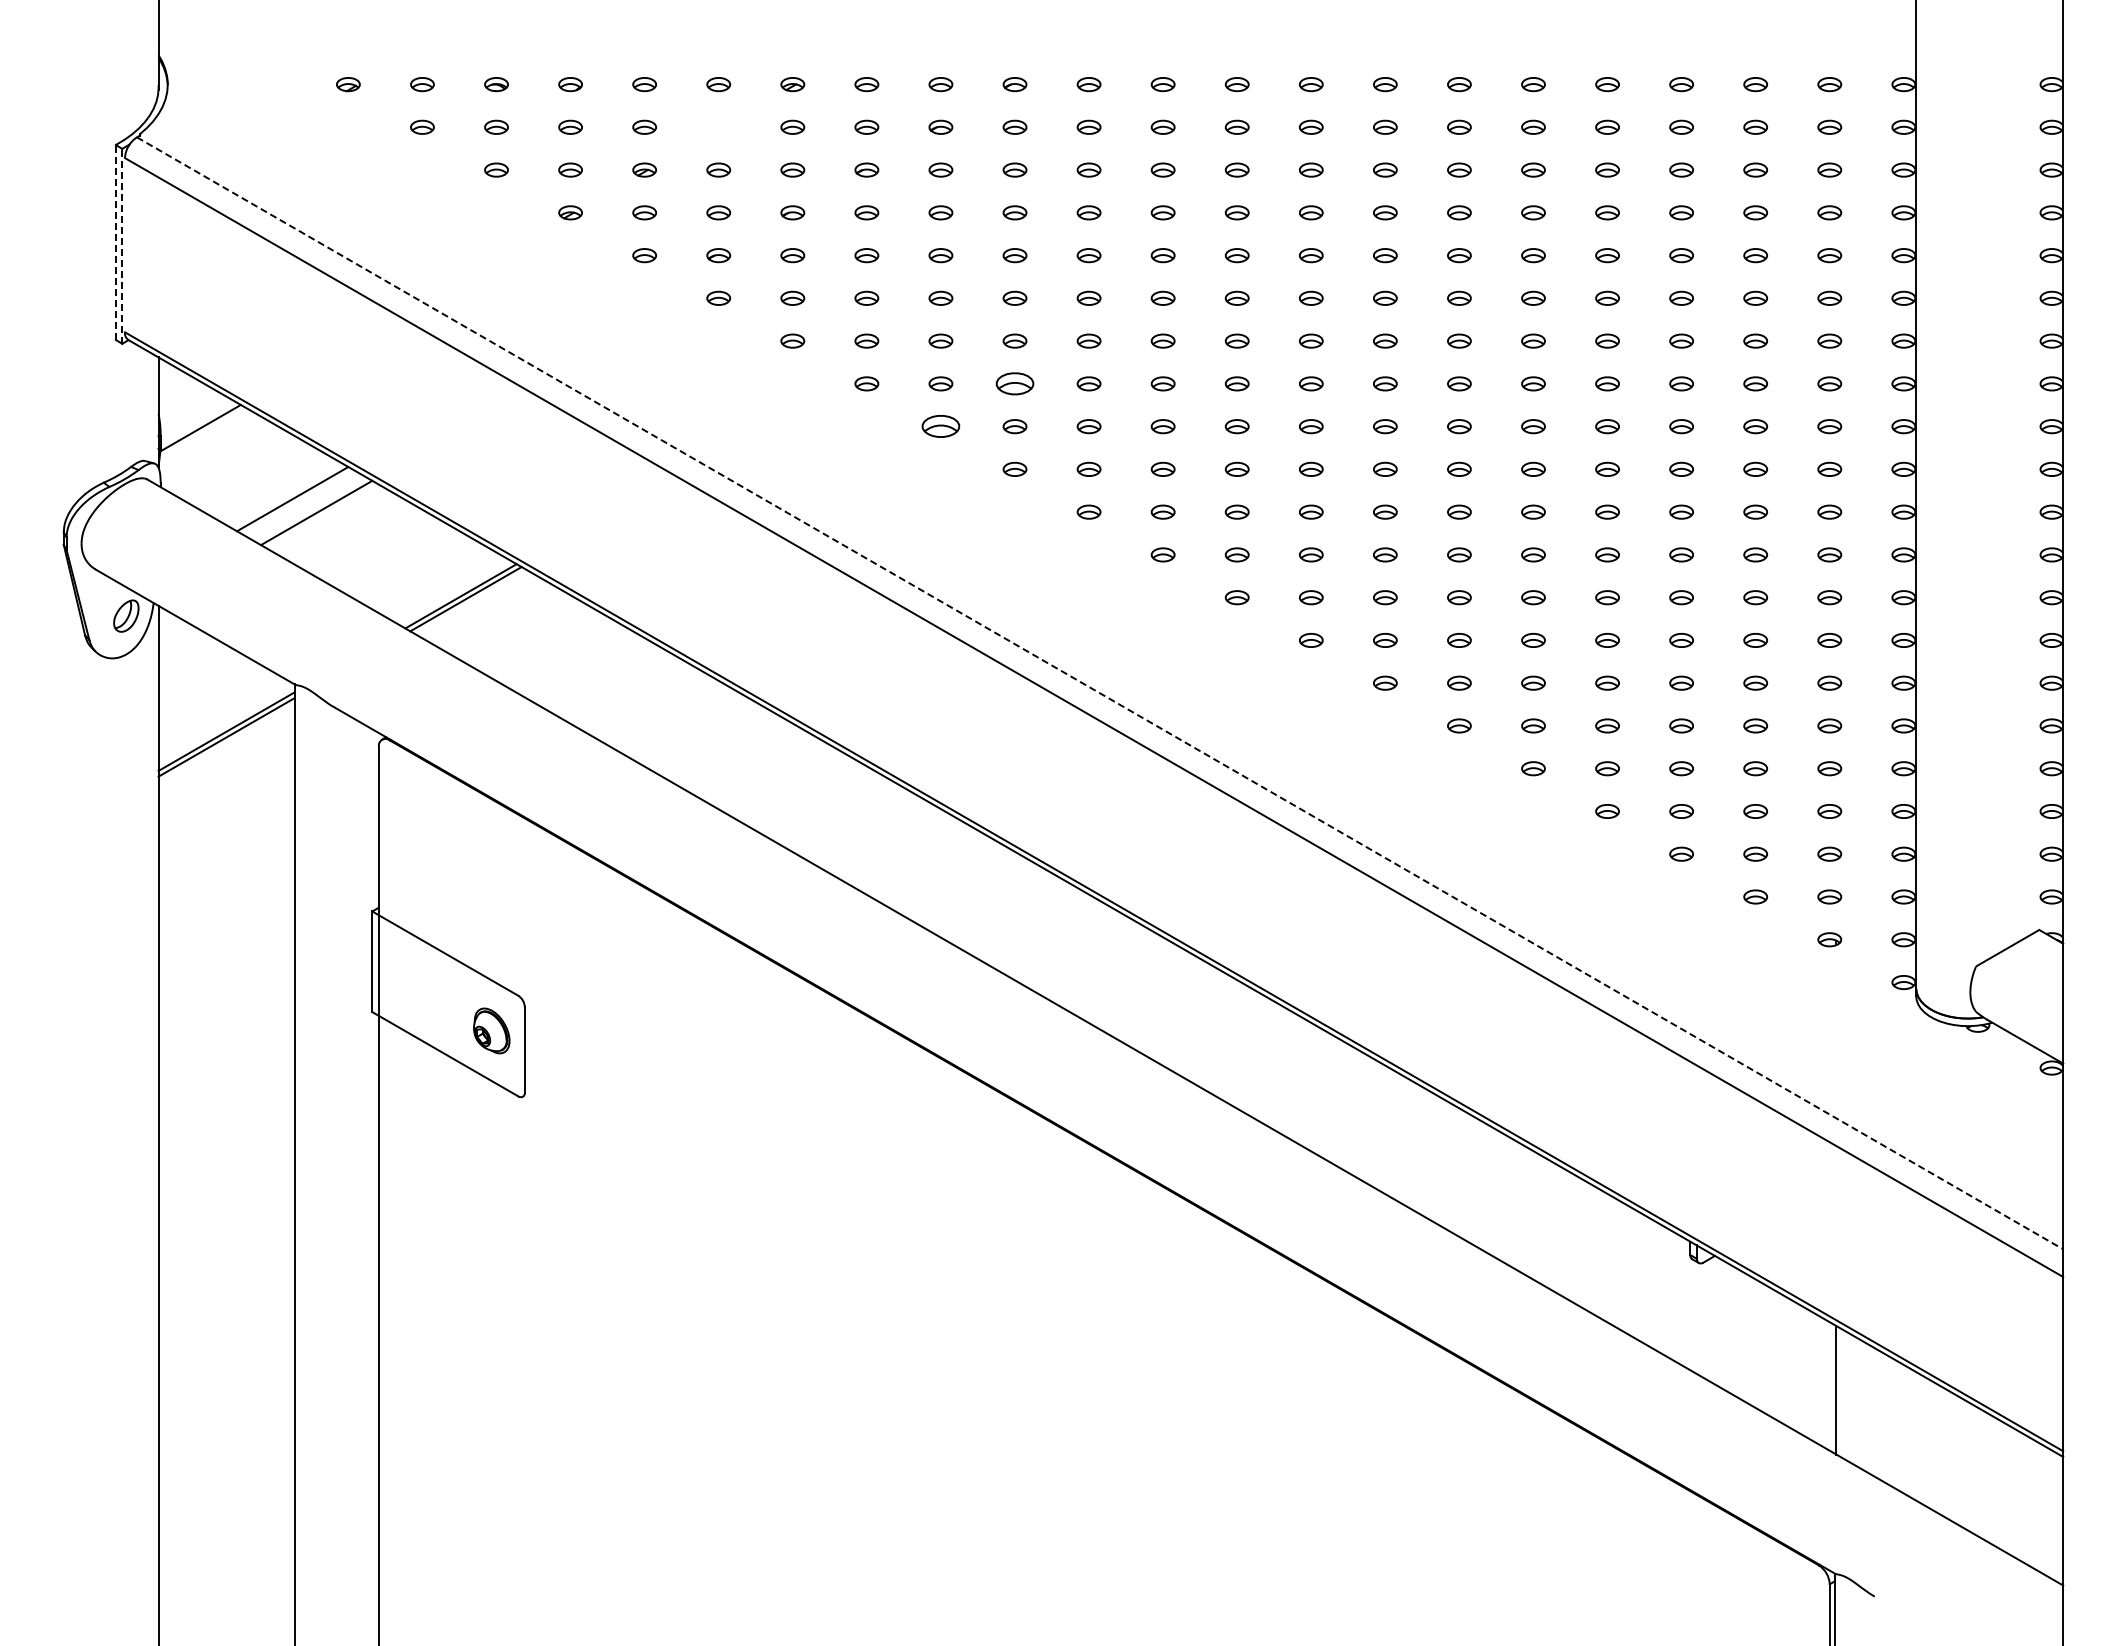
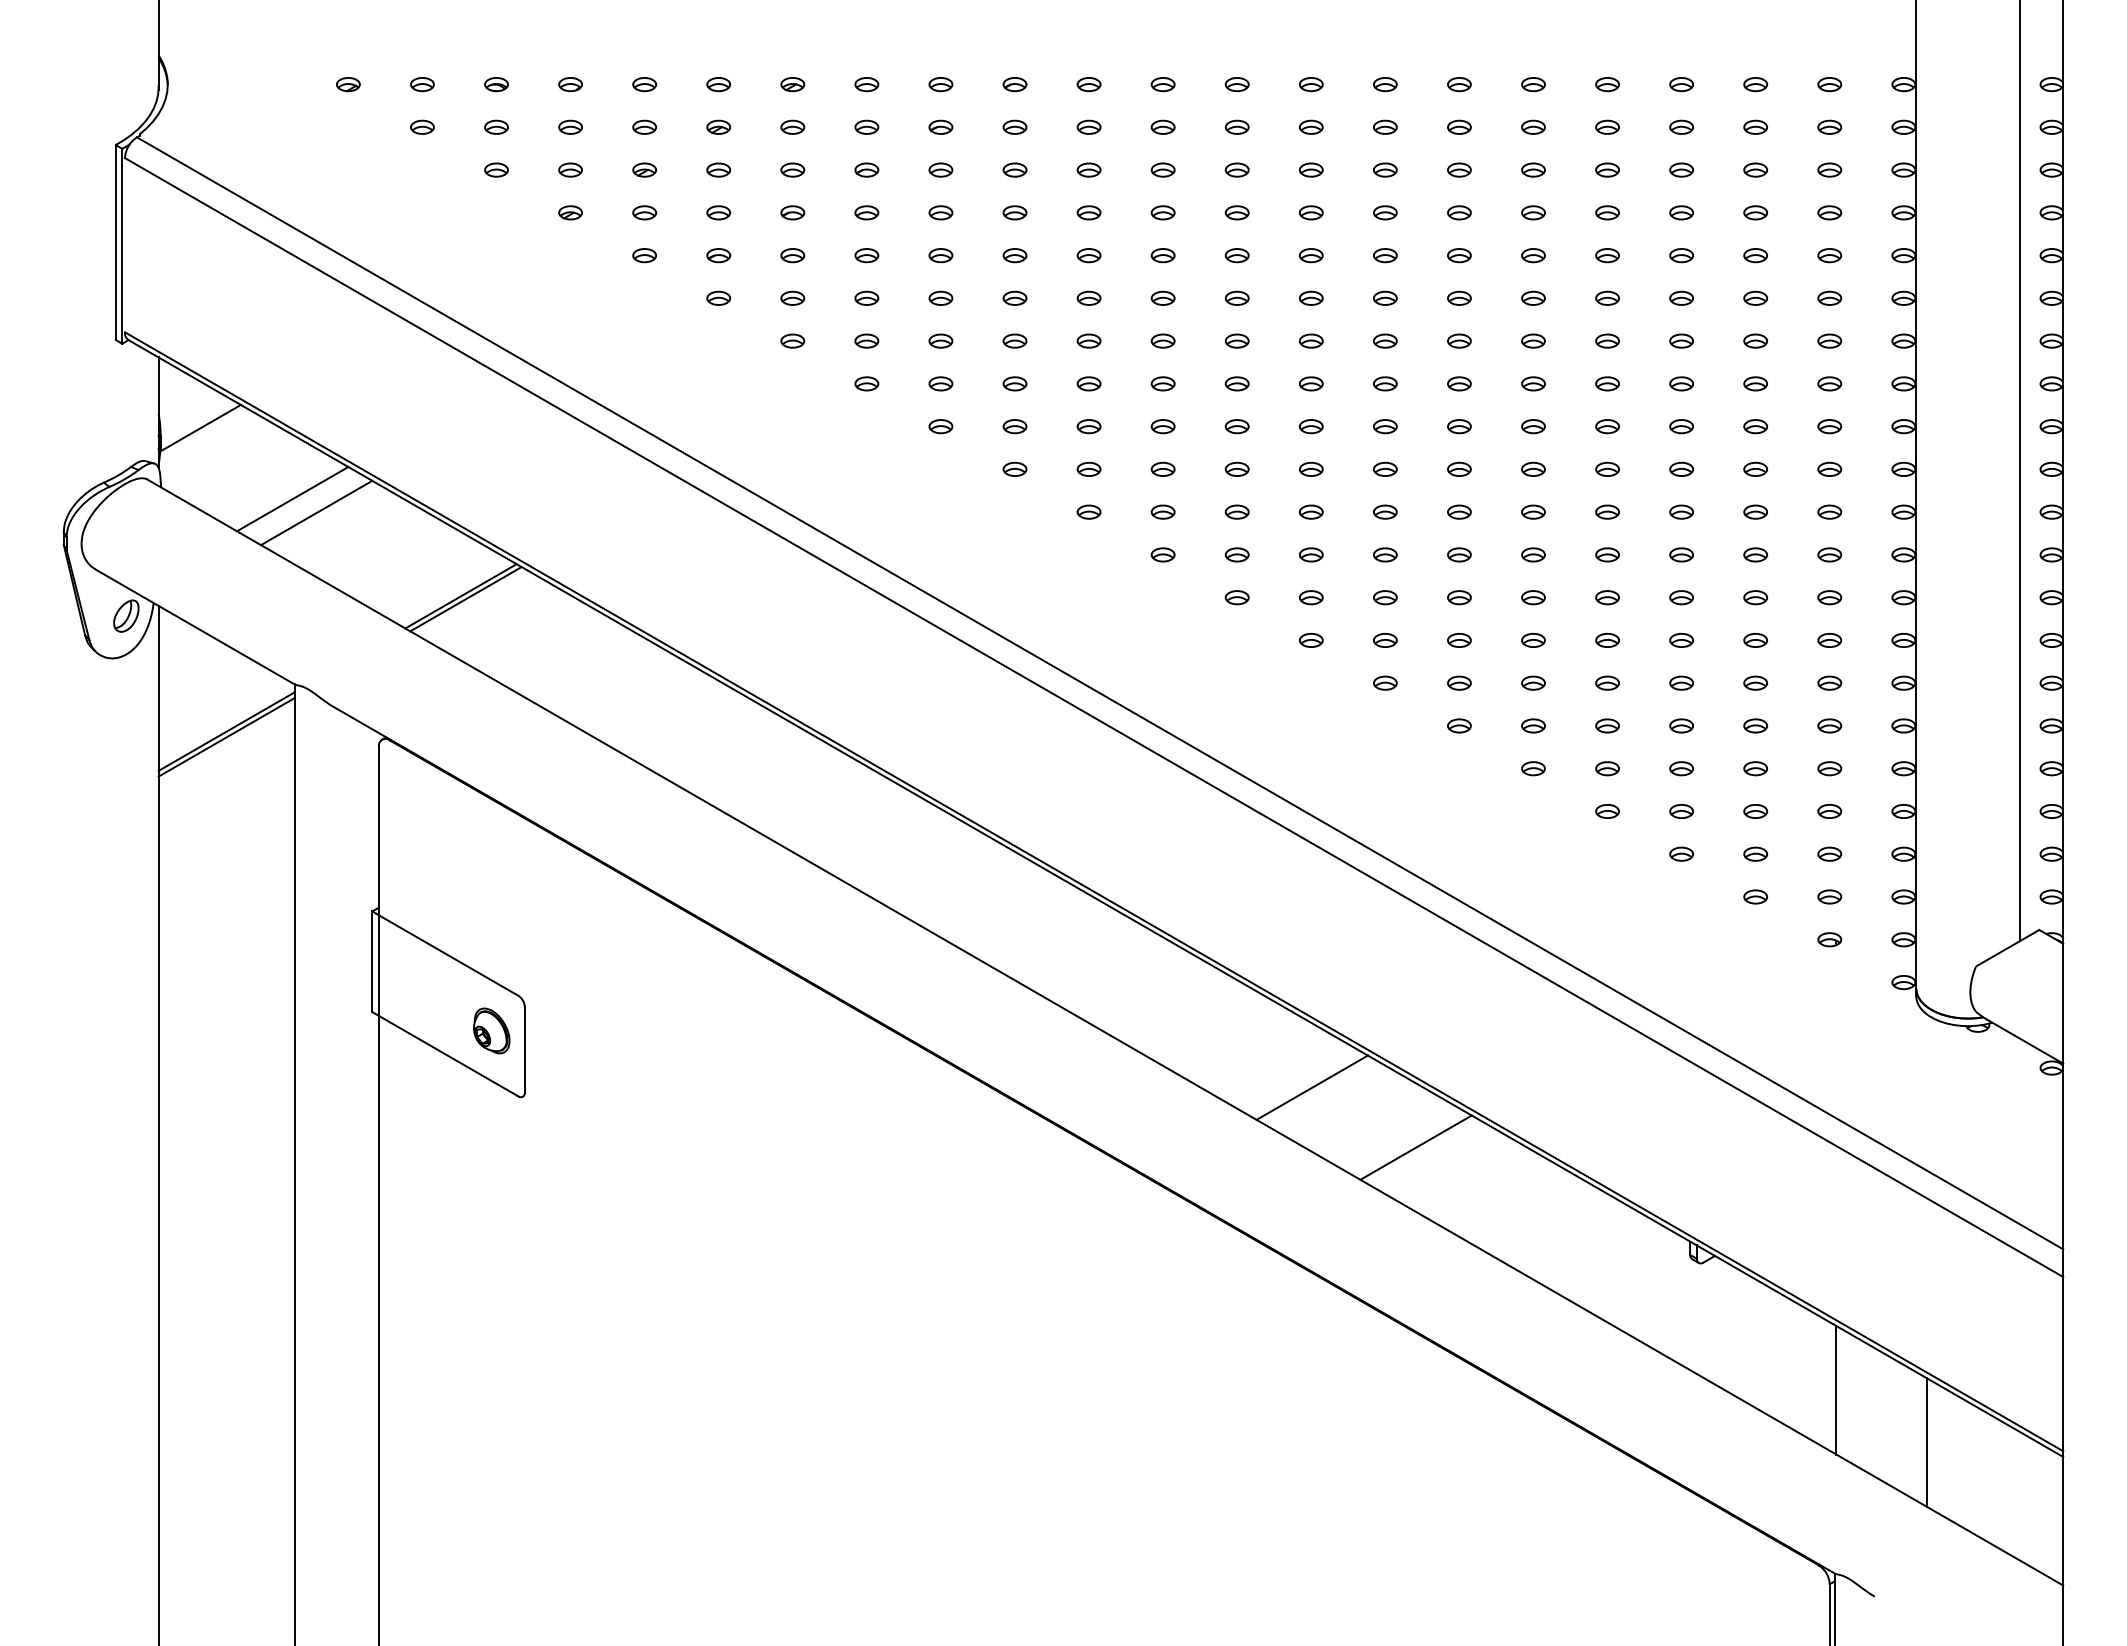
part at (718, 126): none -> present
line at (115, 241): dashed -> solid
line at (122, 245): dashed -> solid
part at (1014, 383) size: 40x24 px -> 26x16 px
part at (940, 426) size: 40x23 px -> 26x16 px
line at (2020, 471): none -> present
line at (1100, 693): dashed -> solid
line at (1311, 1087): none -> present
line at (1415, 1147): none -> present
line at (1927, 1442): none -> present
